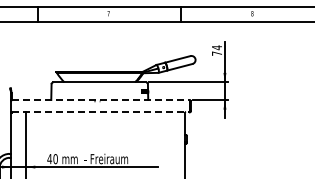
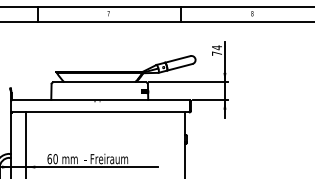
line at (100, 100): dashed -> solid
line at (100, 112): dashed -> solid
text at (49, 159): 40 -> 60
